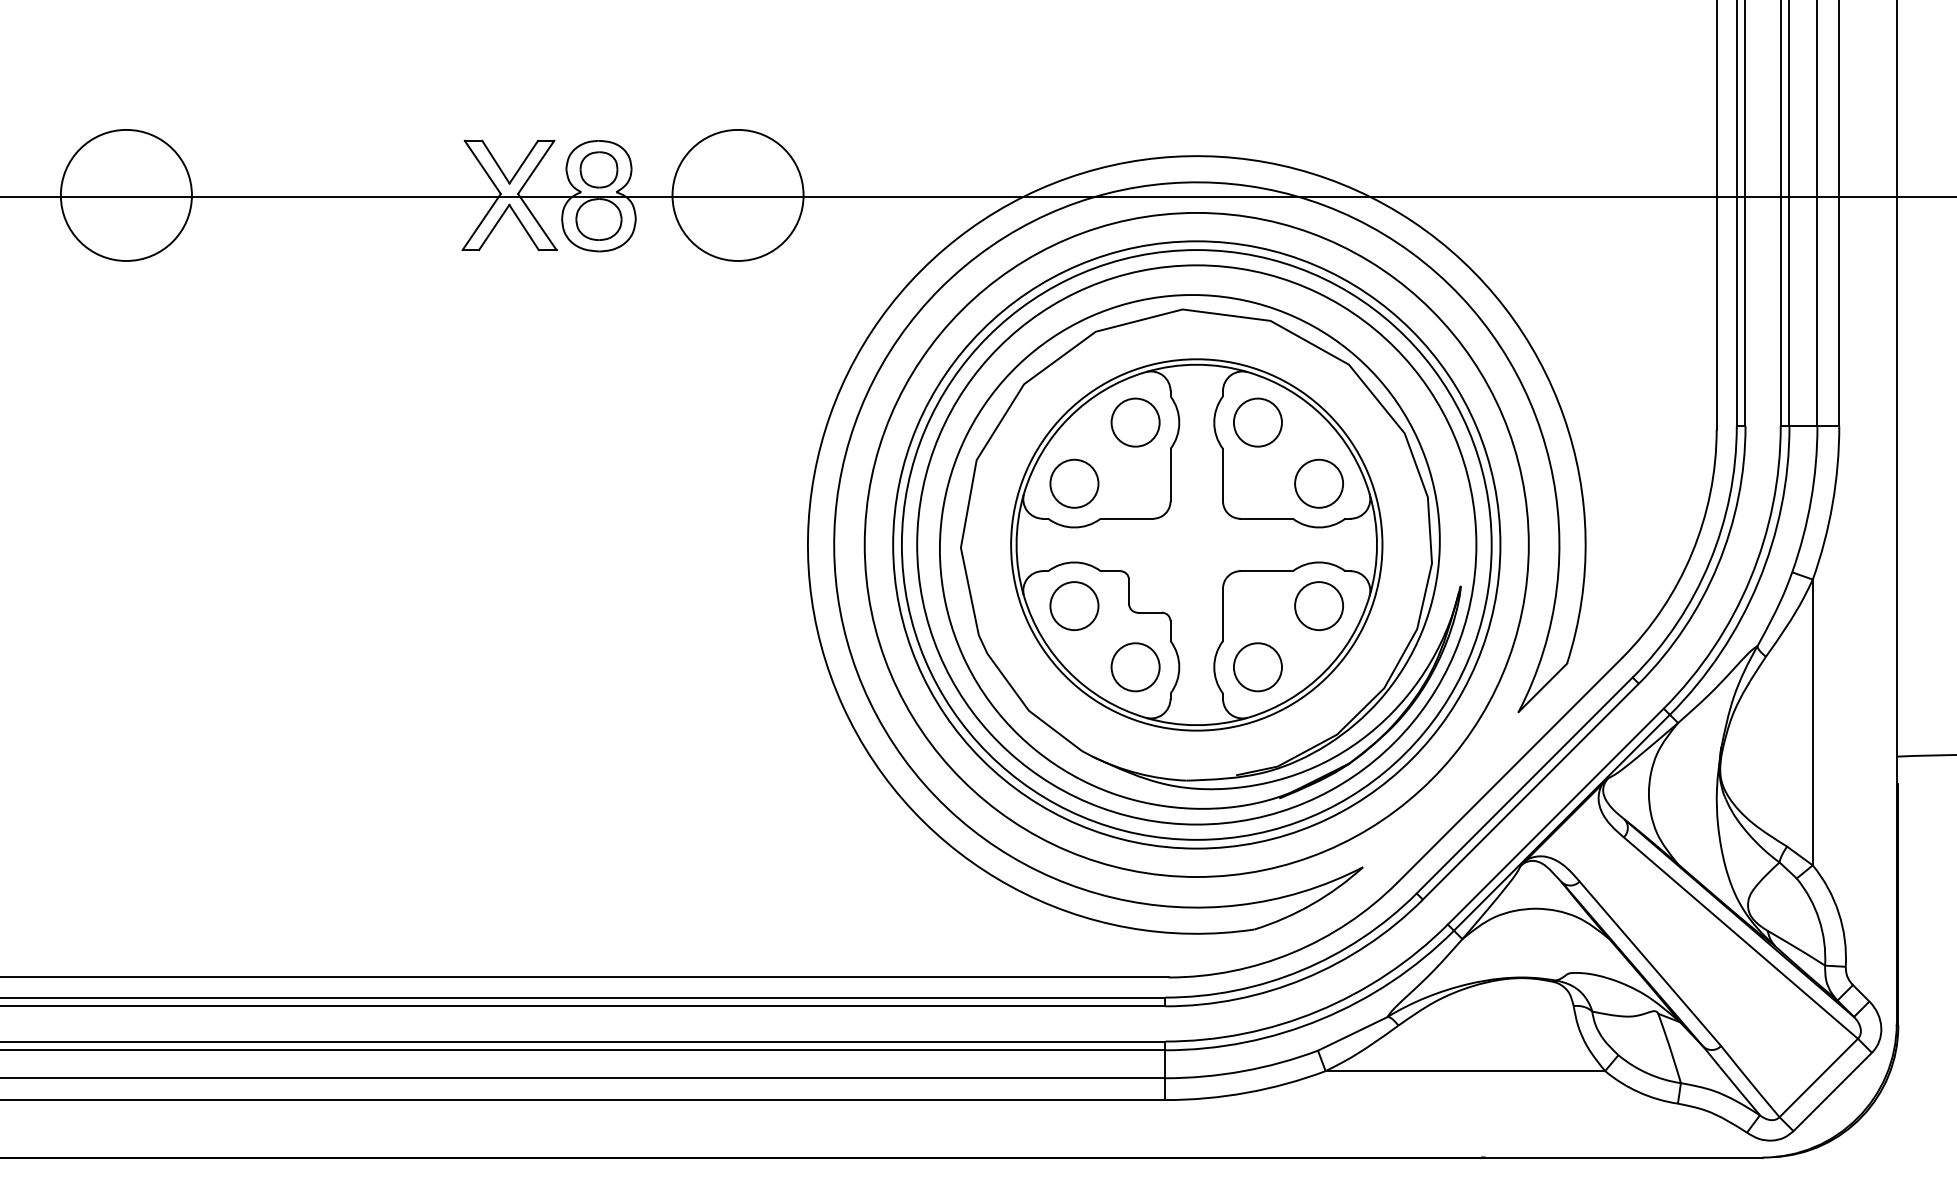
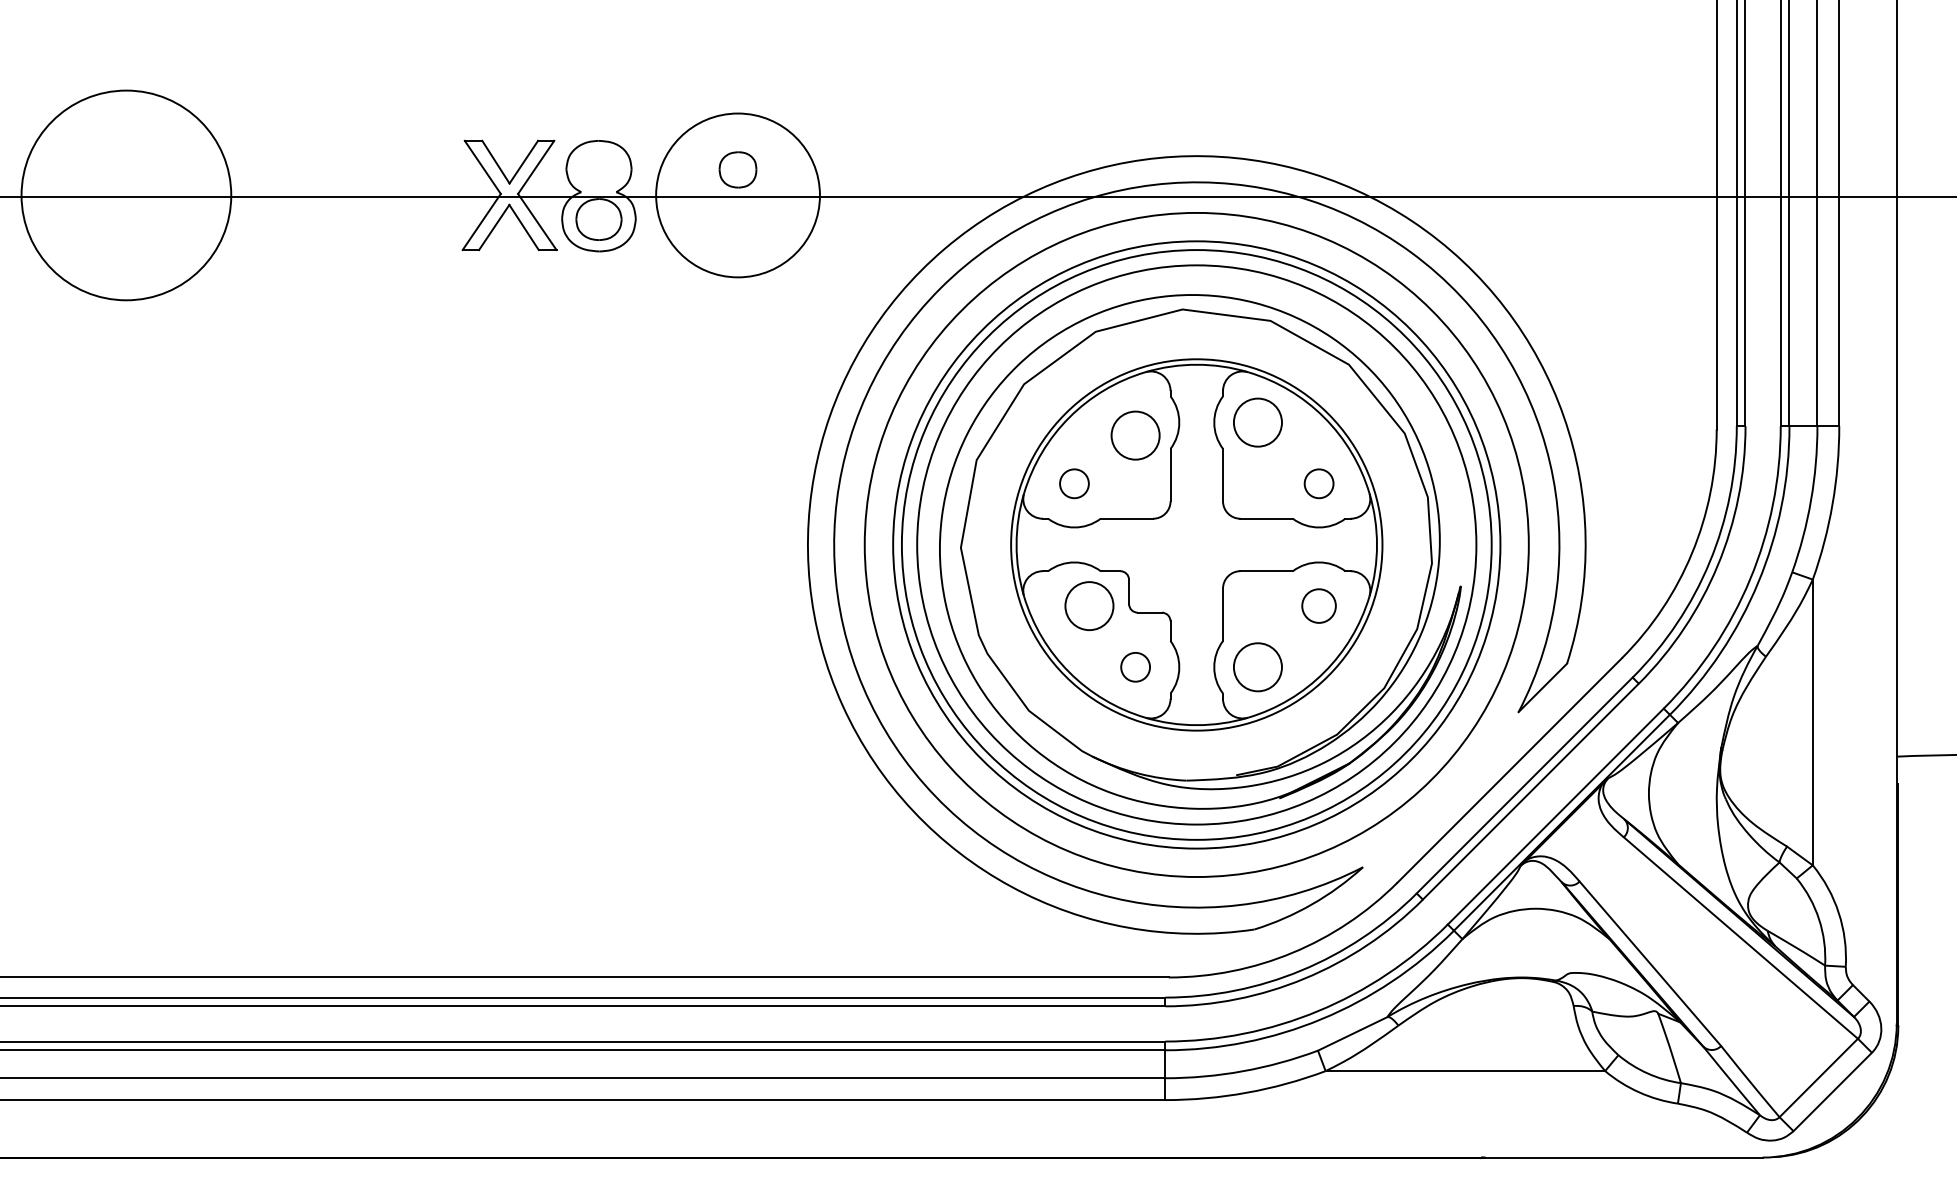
part at (598, 169) position: (598, 169) -> (737, 169)
circle at (125, 194) diameter: 131 px -> 210 px
circle at (737, 194) diameter: 131 px -> 164 px
circle at (1135, 422) position: (1135, 422) -> (1135, 435)
circle at (1074, 483) diameter: 48 px -> 29 px
circle at (1319, 483) diameter: 48 px -> 29 px
circle at (1074, 605) position: (1074, 605) -> (1089, 605)
circle at (1318, 605) size: 50x50 px -> 36x36 px
circle at (1135, 667) diameter: 48 px -> 29 px
